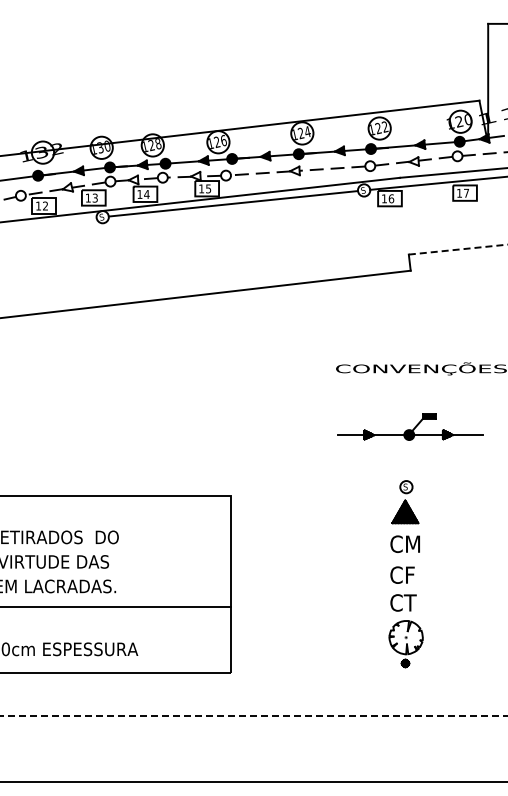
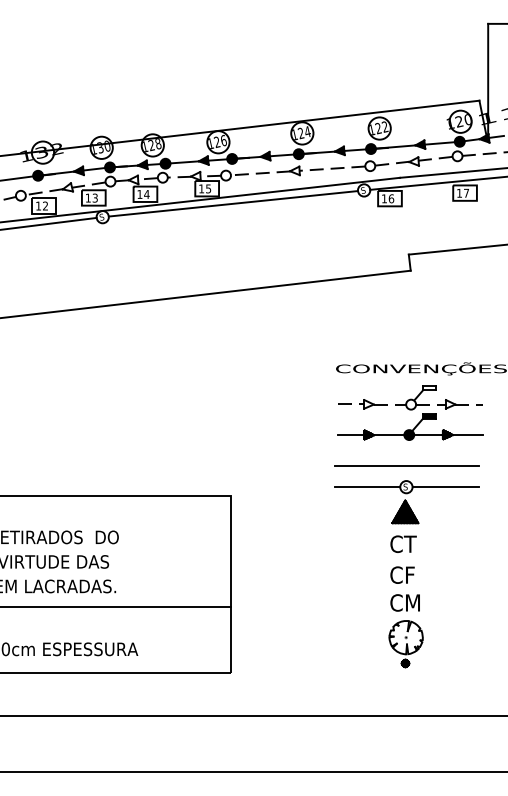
line at (49, 223): none -> present
line at (458, 249): dashed -> solid
part at (410, 397): none -> present
line at (406, 466): none -> present
line at (367, 486): none -> present
line at (445, 486): none -> present
text at (411, 543): CM -> CT
text at (411, 602): CT -> CM
line at (254, 716): dashed -> solid
line at (253, 782) position: (253, 782) -> (253, 772)
